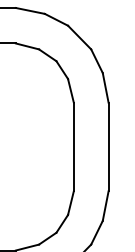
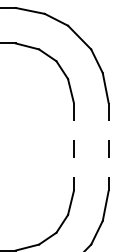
line at (73, 147): solid -> dashed
line at (108, 147): solid -> dashed
